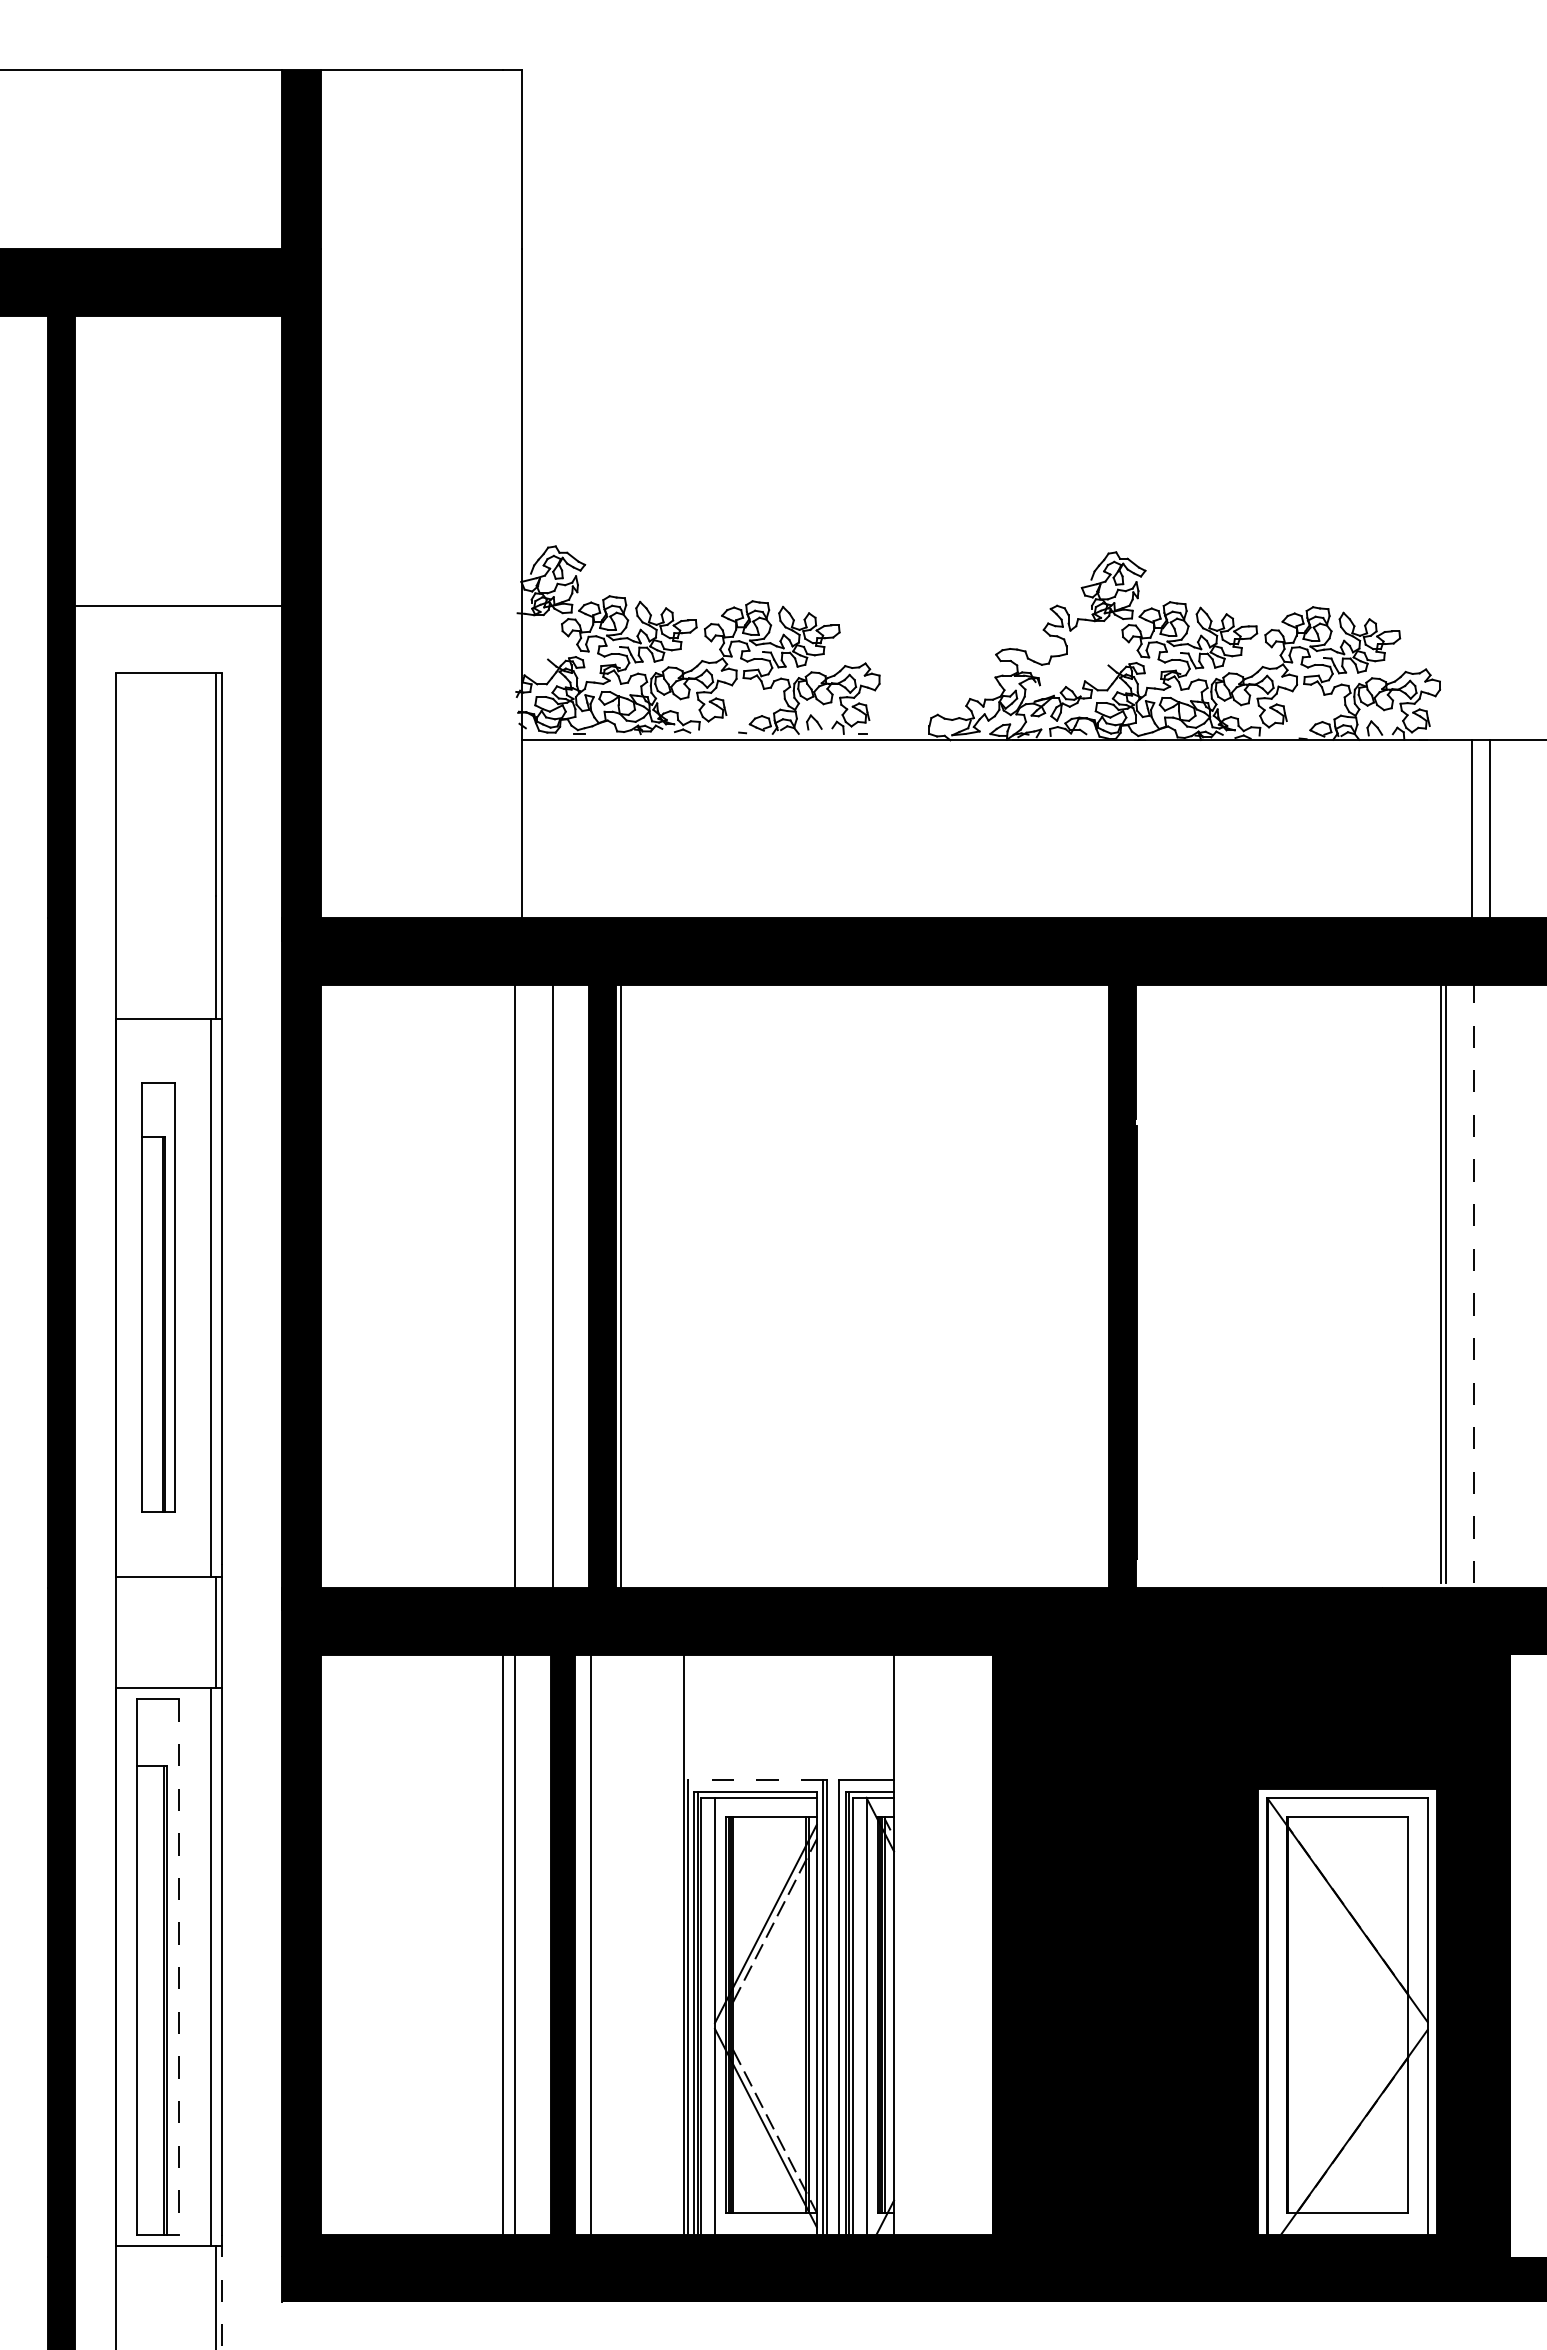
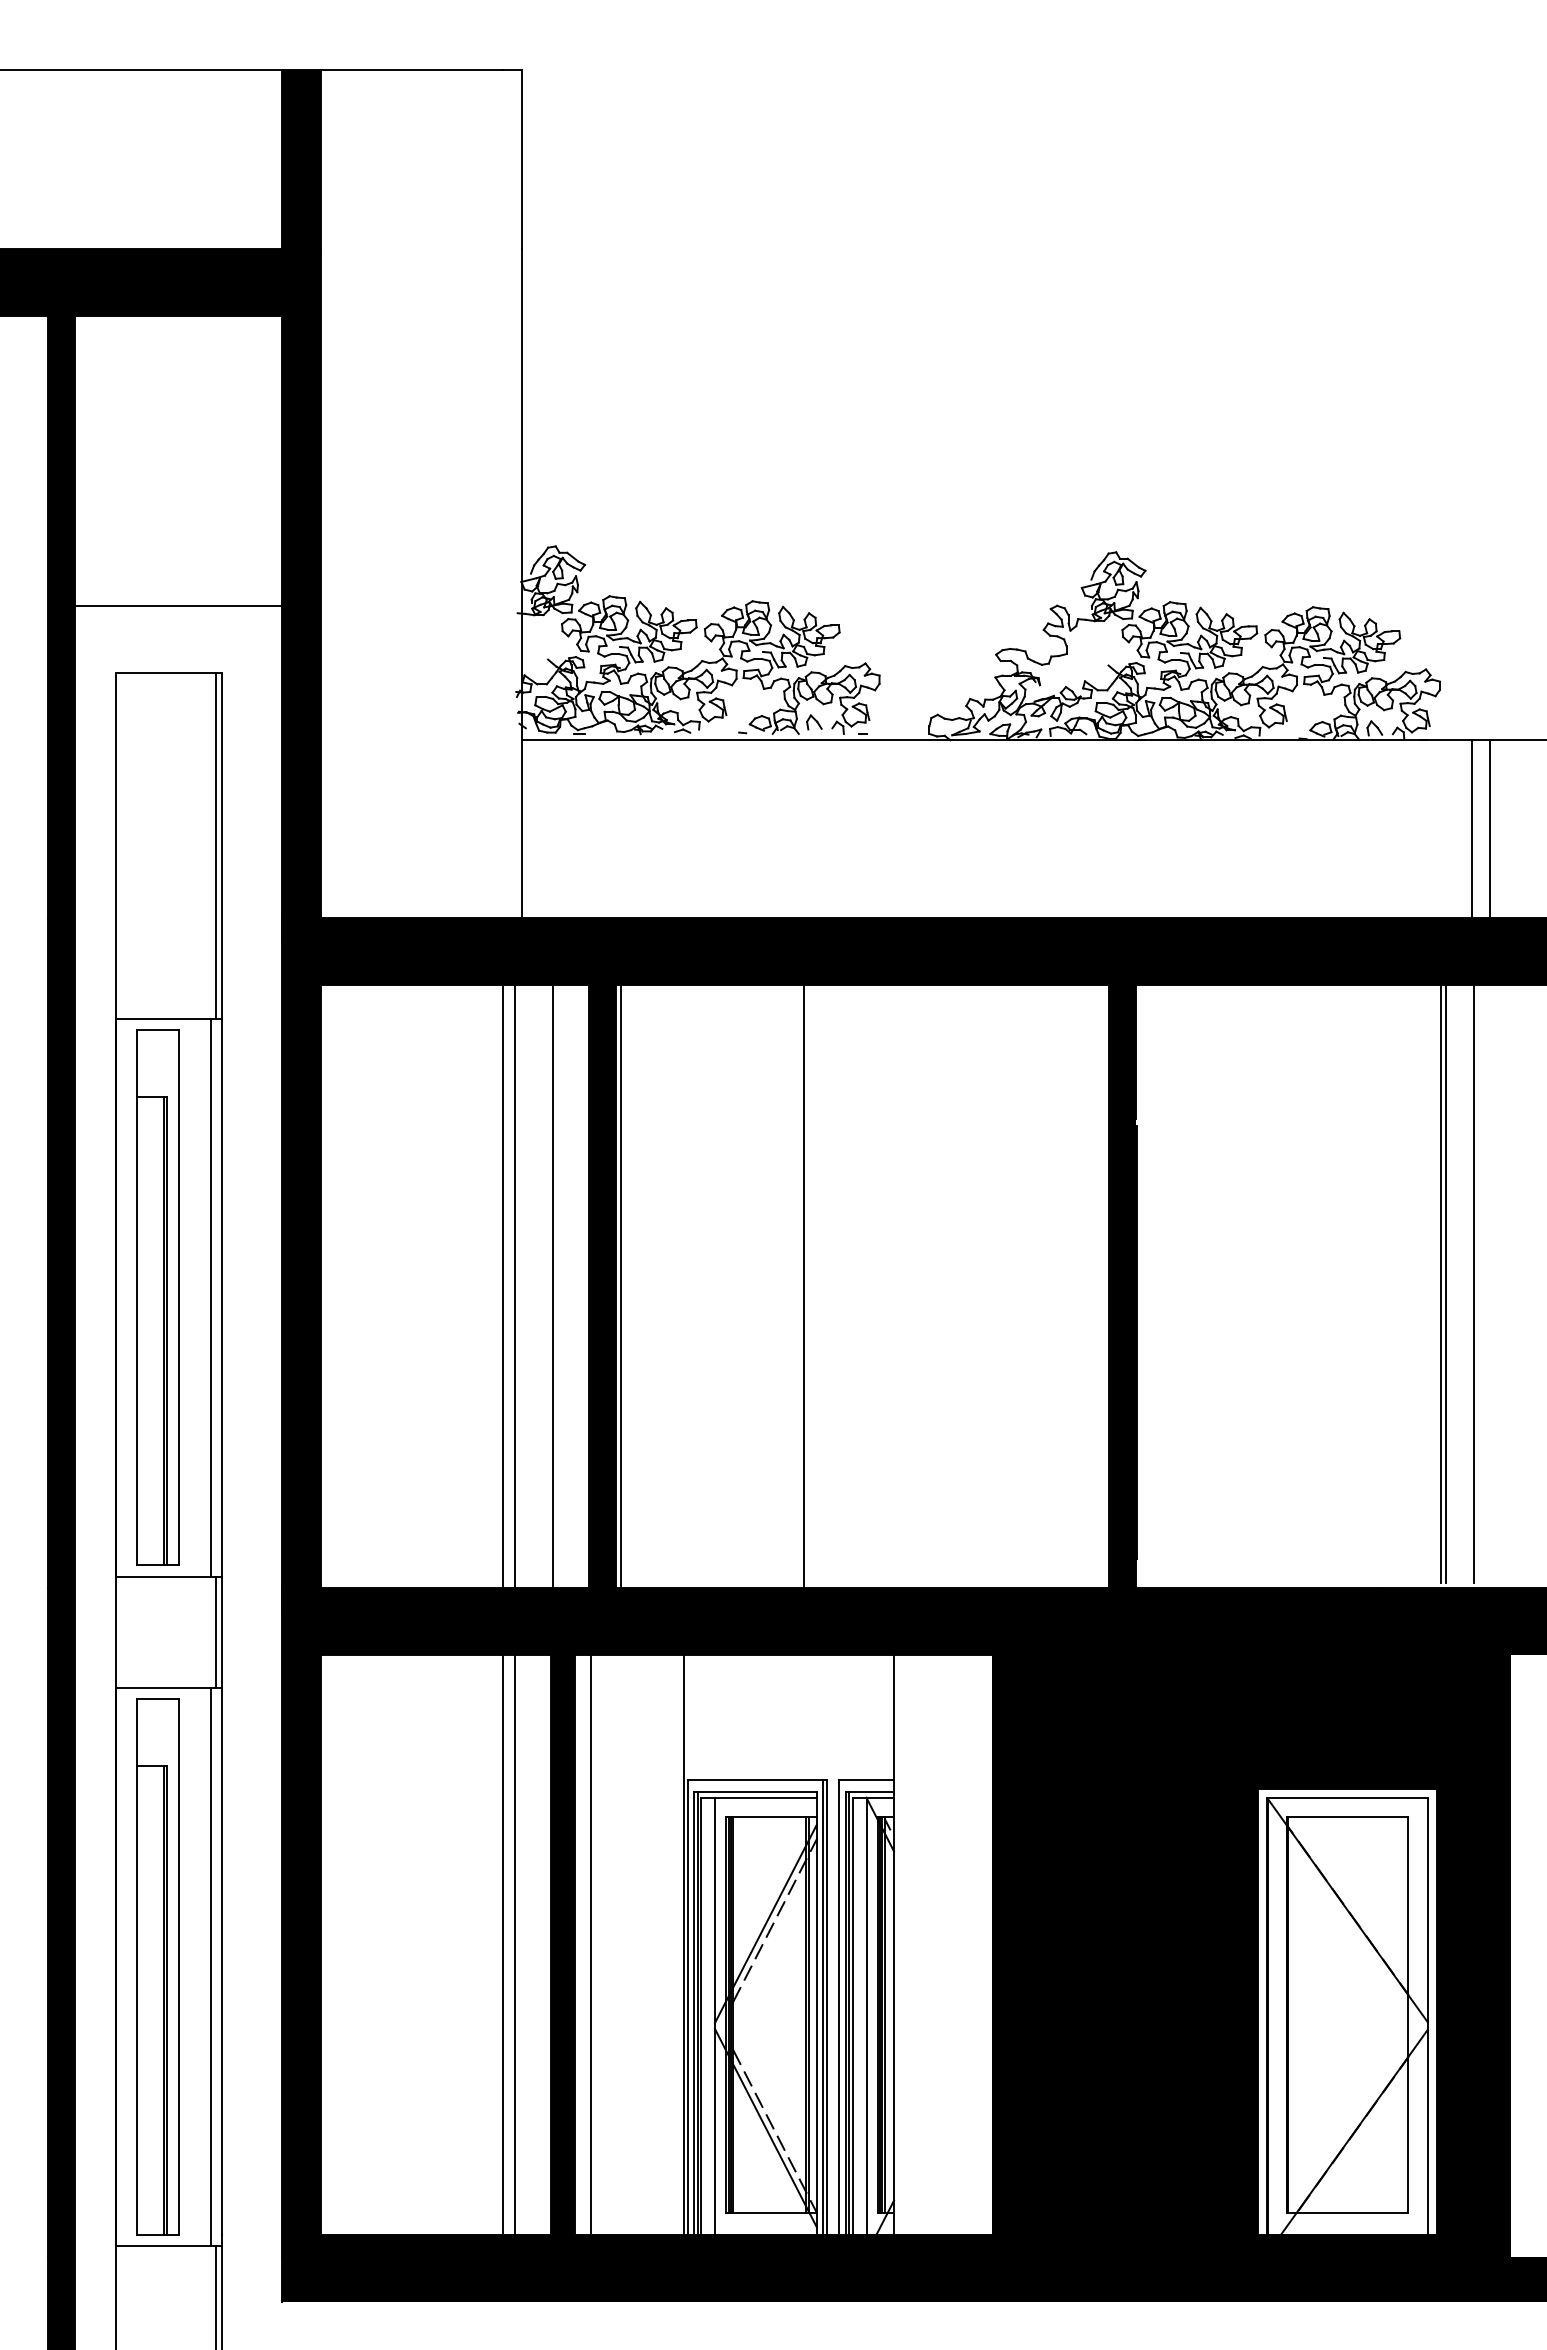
line at (1474, 1284): dashed -> solid
line at (503, 1286): none -> present
line at (803, 1286): none -> present
part at (158, 1297) size: 35x431 px -> 44x537 px
line at (755, 1780): dashed -> solid
line at (178, 1967): dashed -> solid
line at (222, 2292): dashed -> solid
